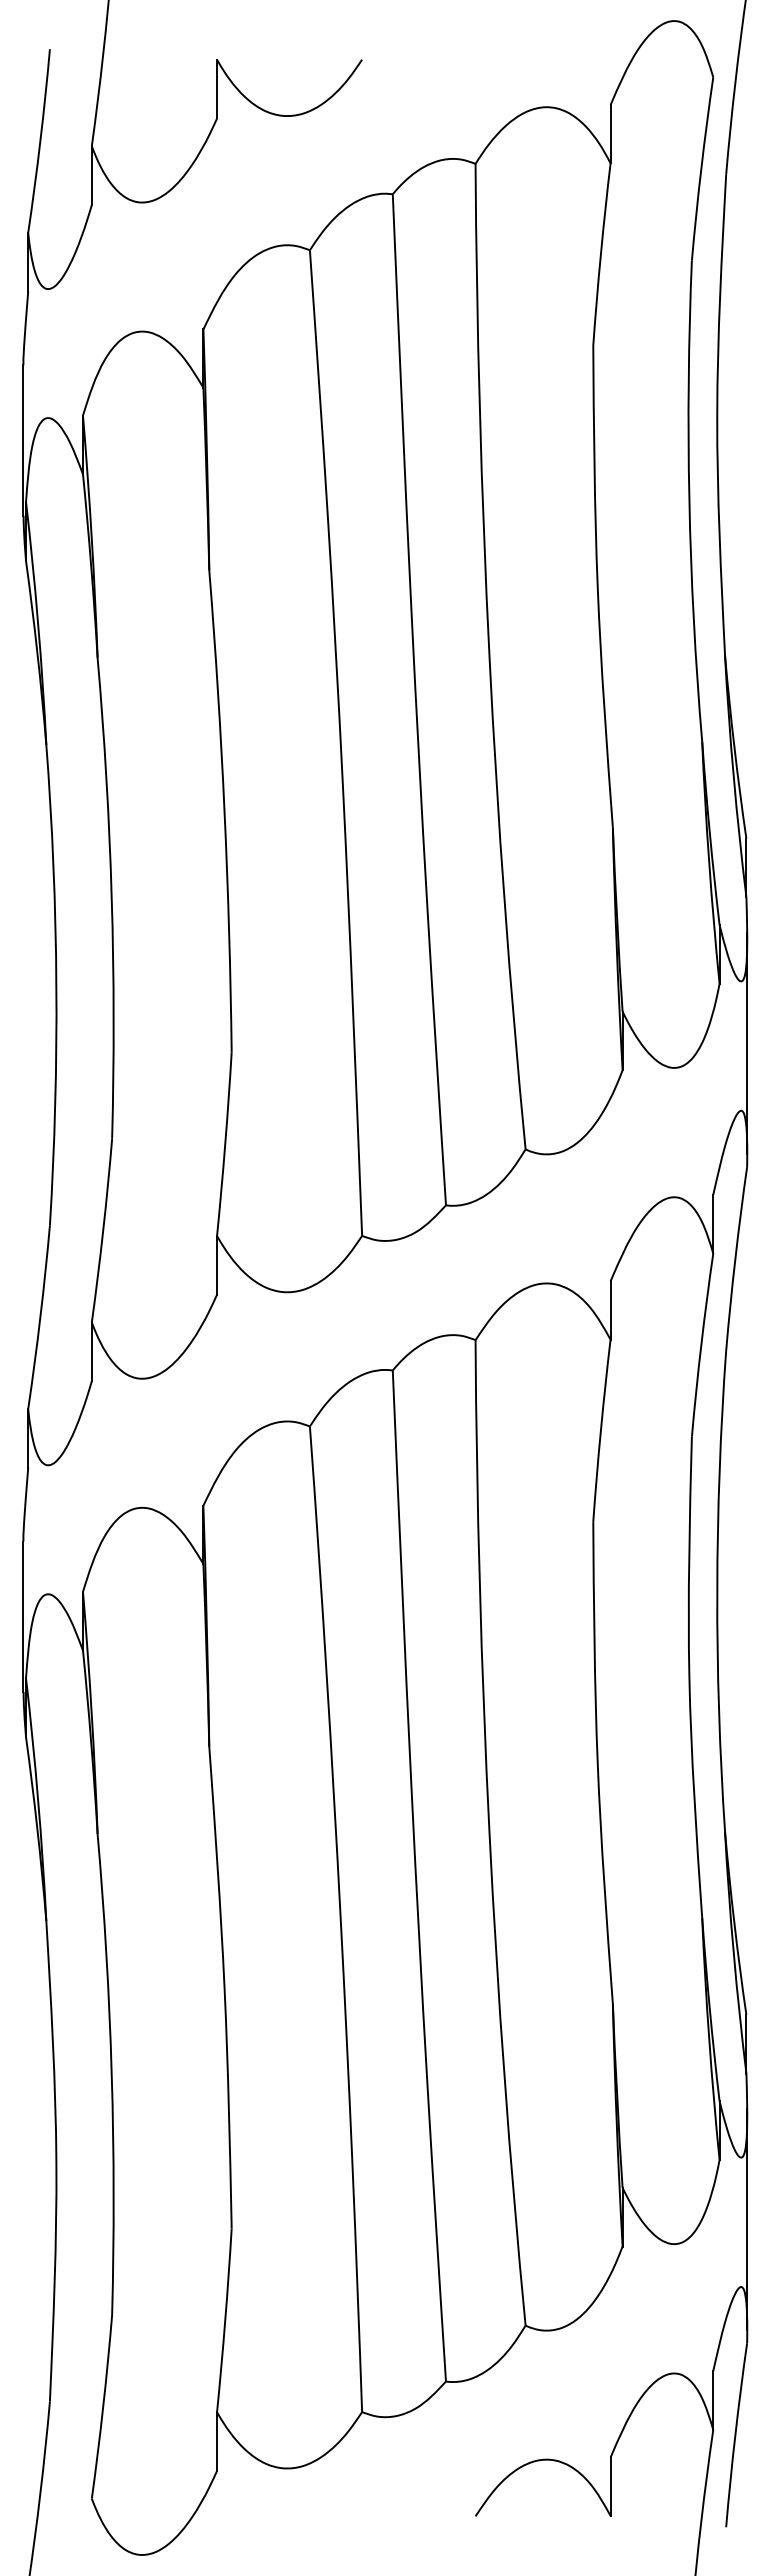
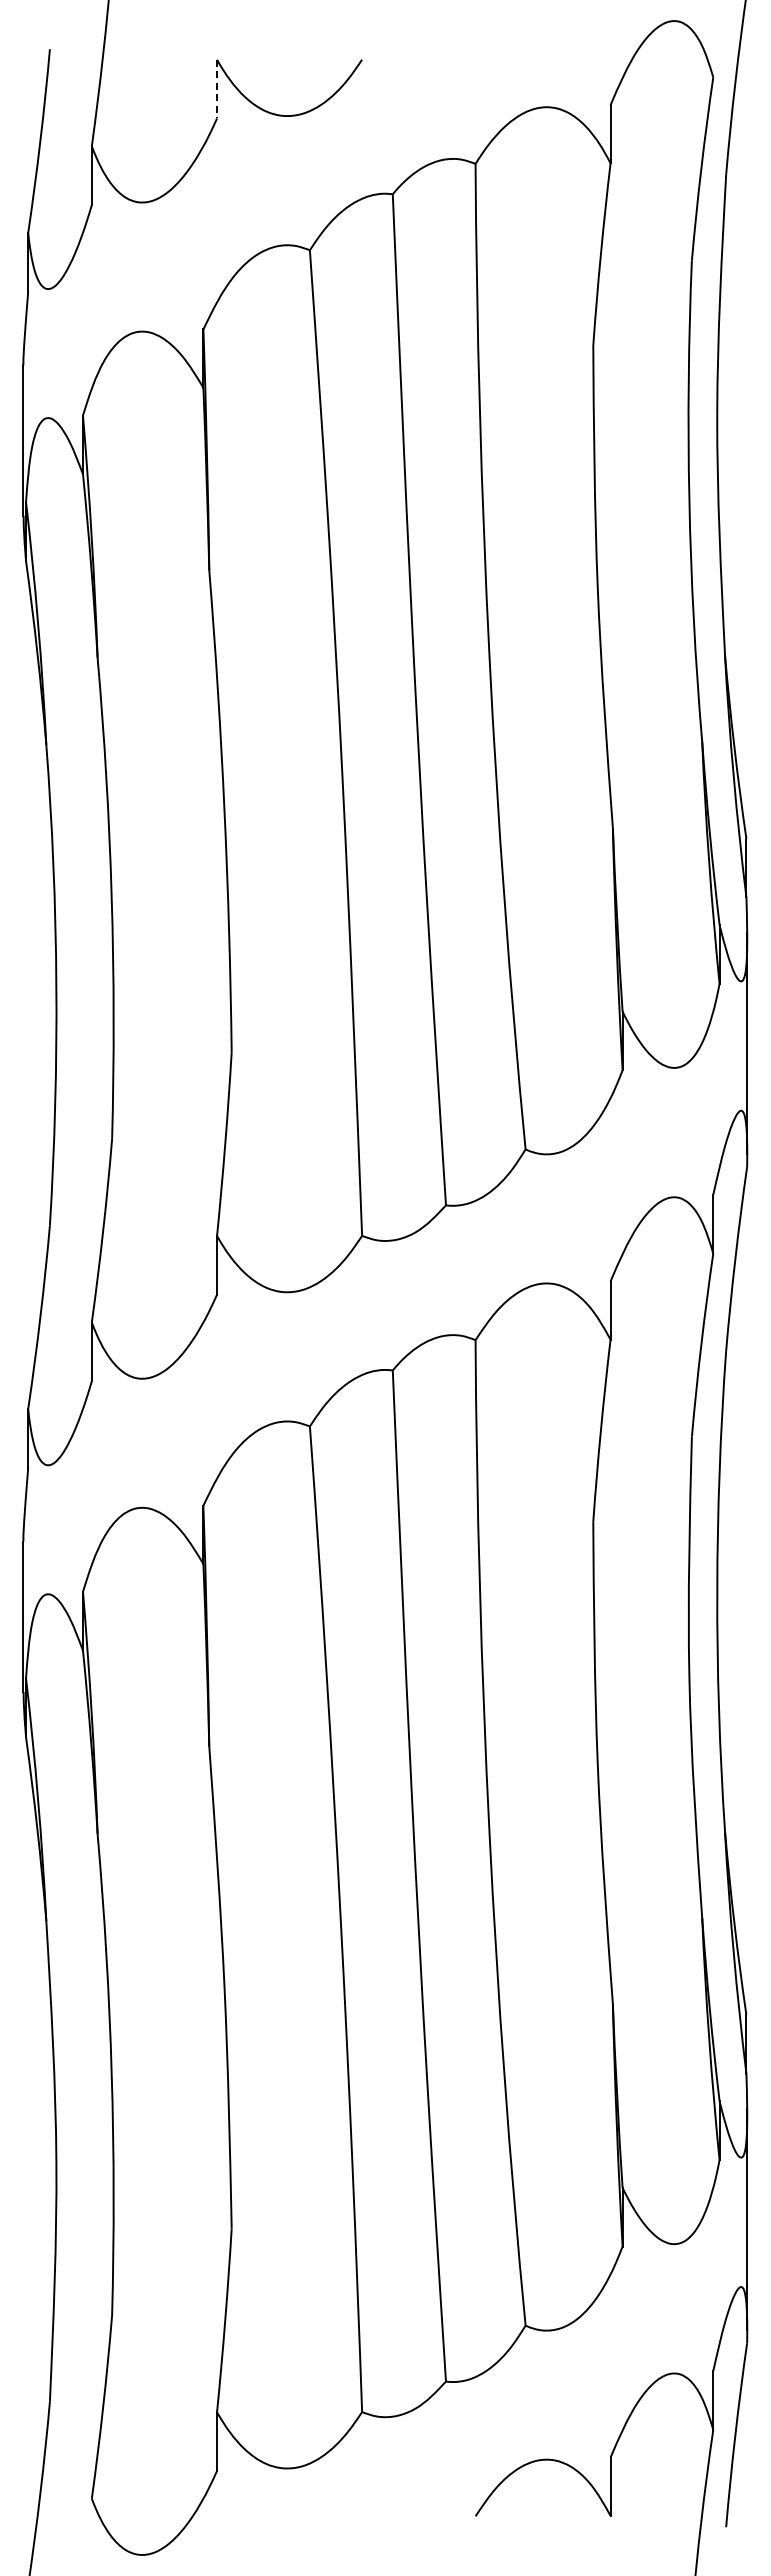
line at (217, 89): solid -> dashed
